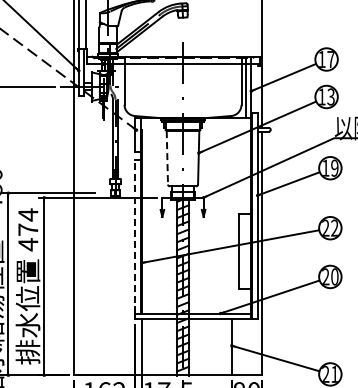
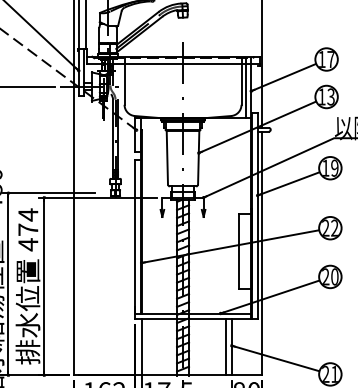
line at (167, 157): dashed -> solid
line at (135, 236): dashed -> solid
line at (226, 347): none -> present
